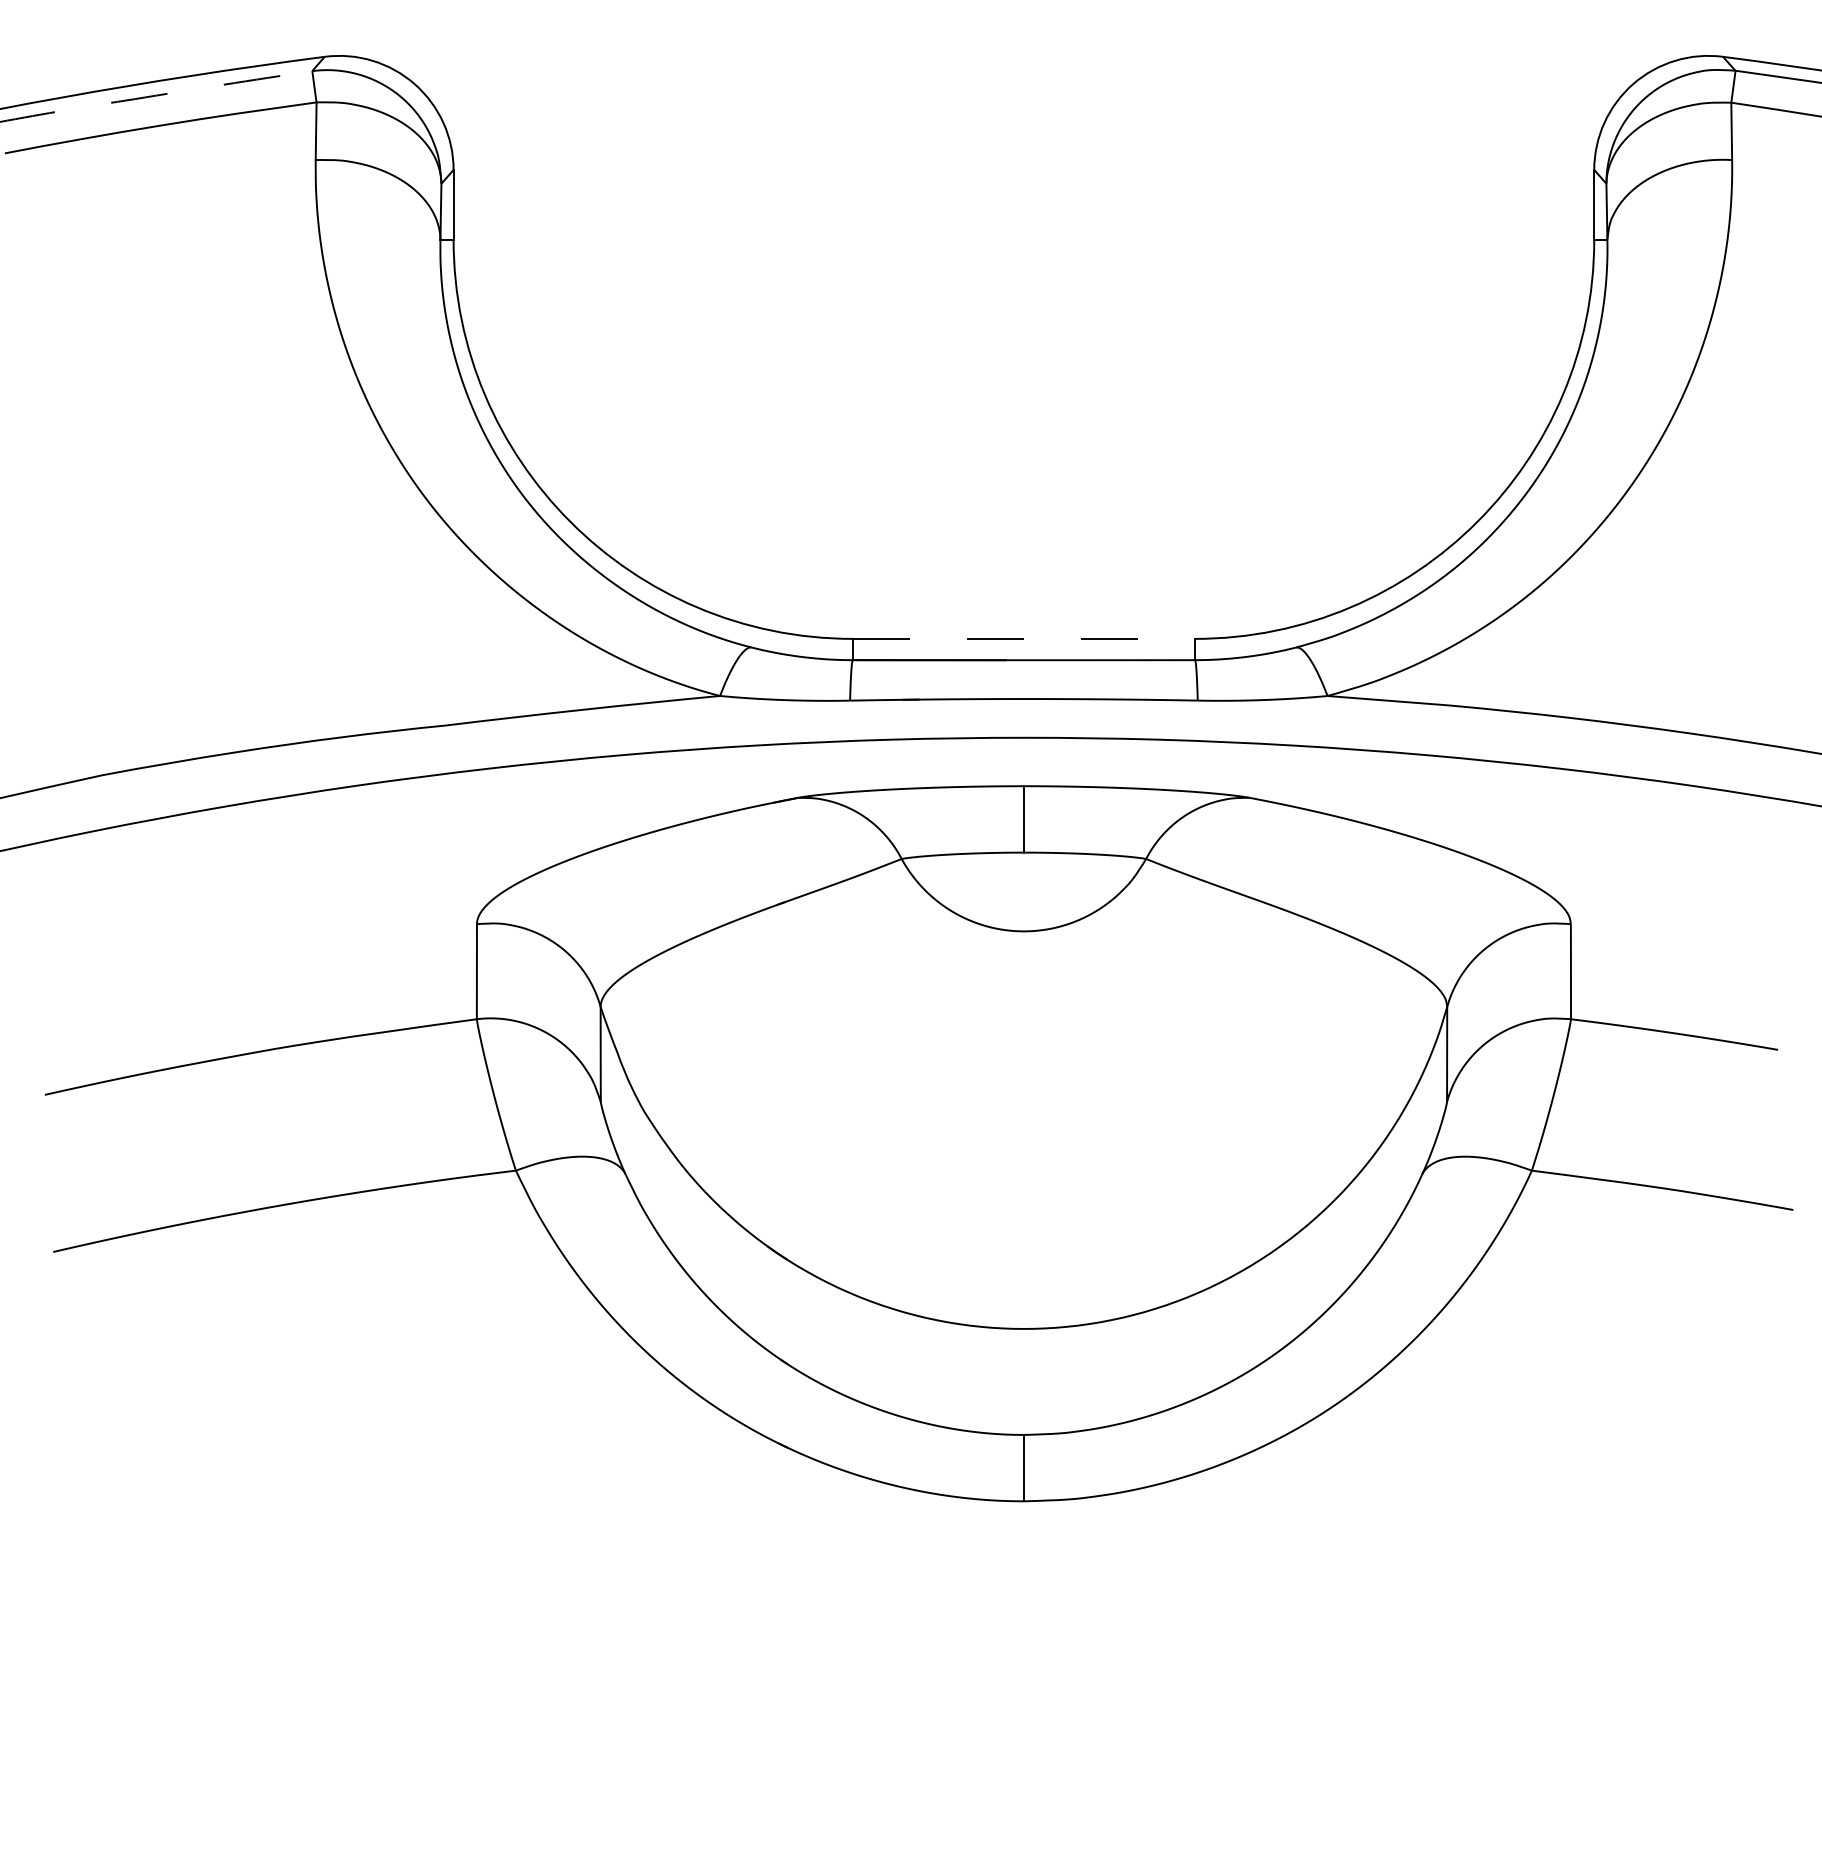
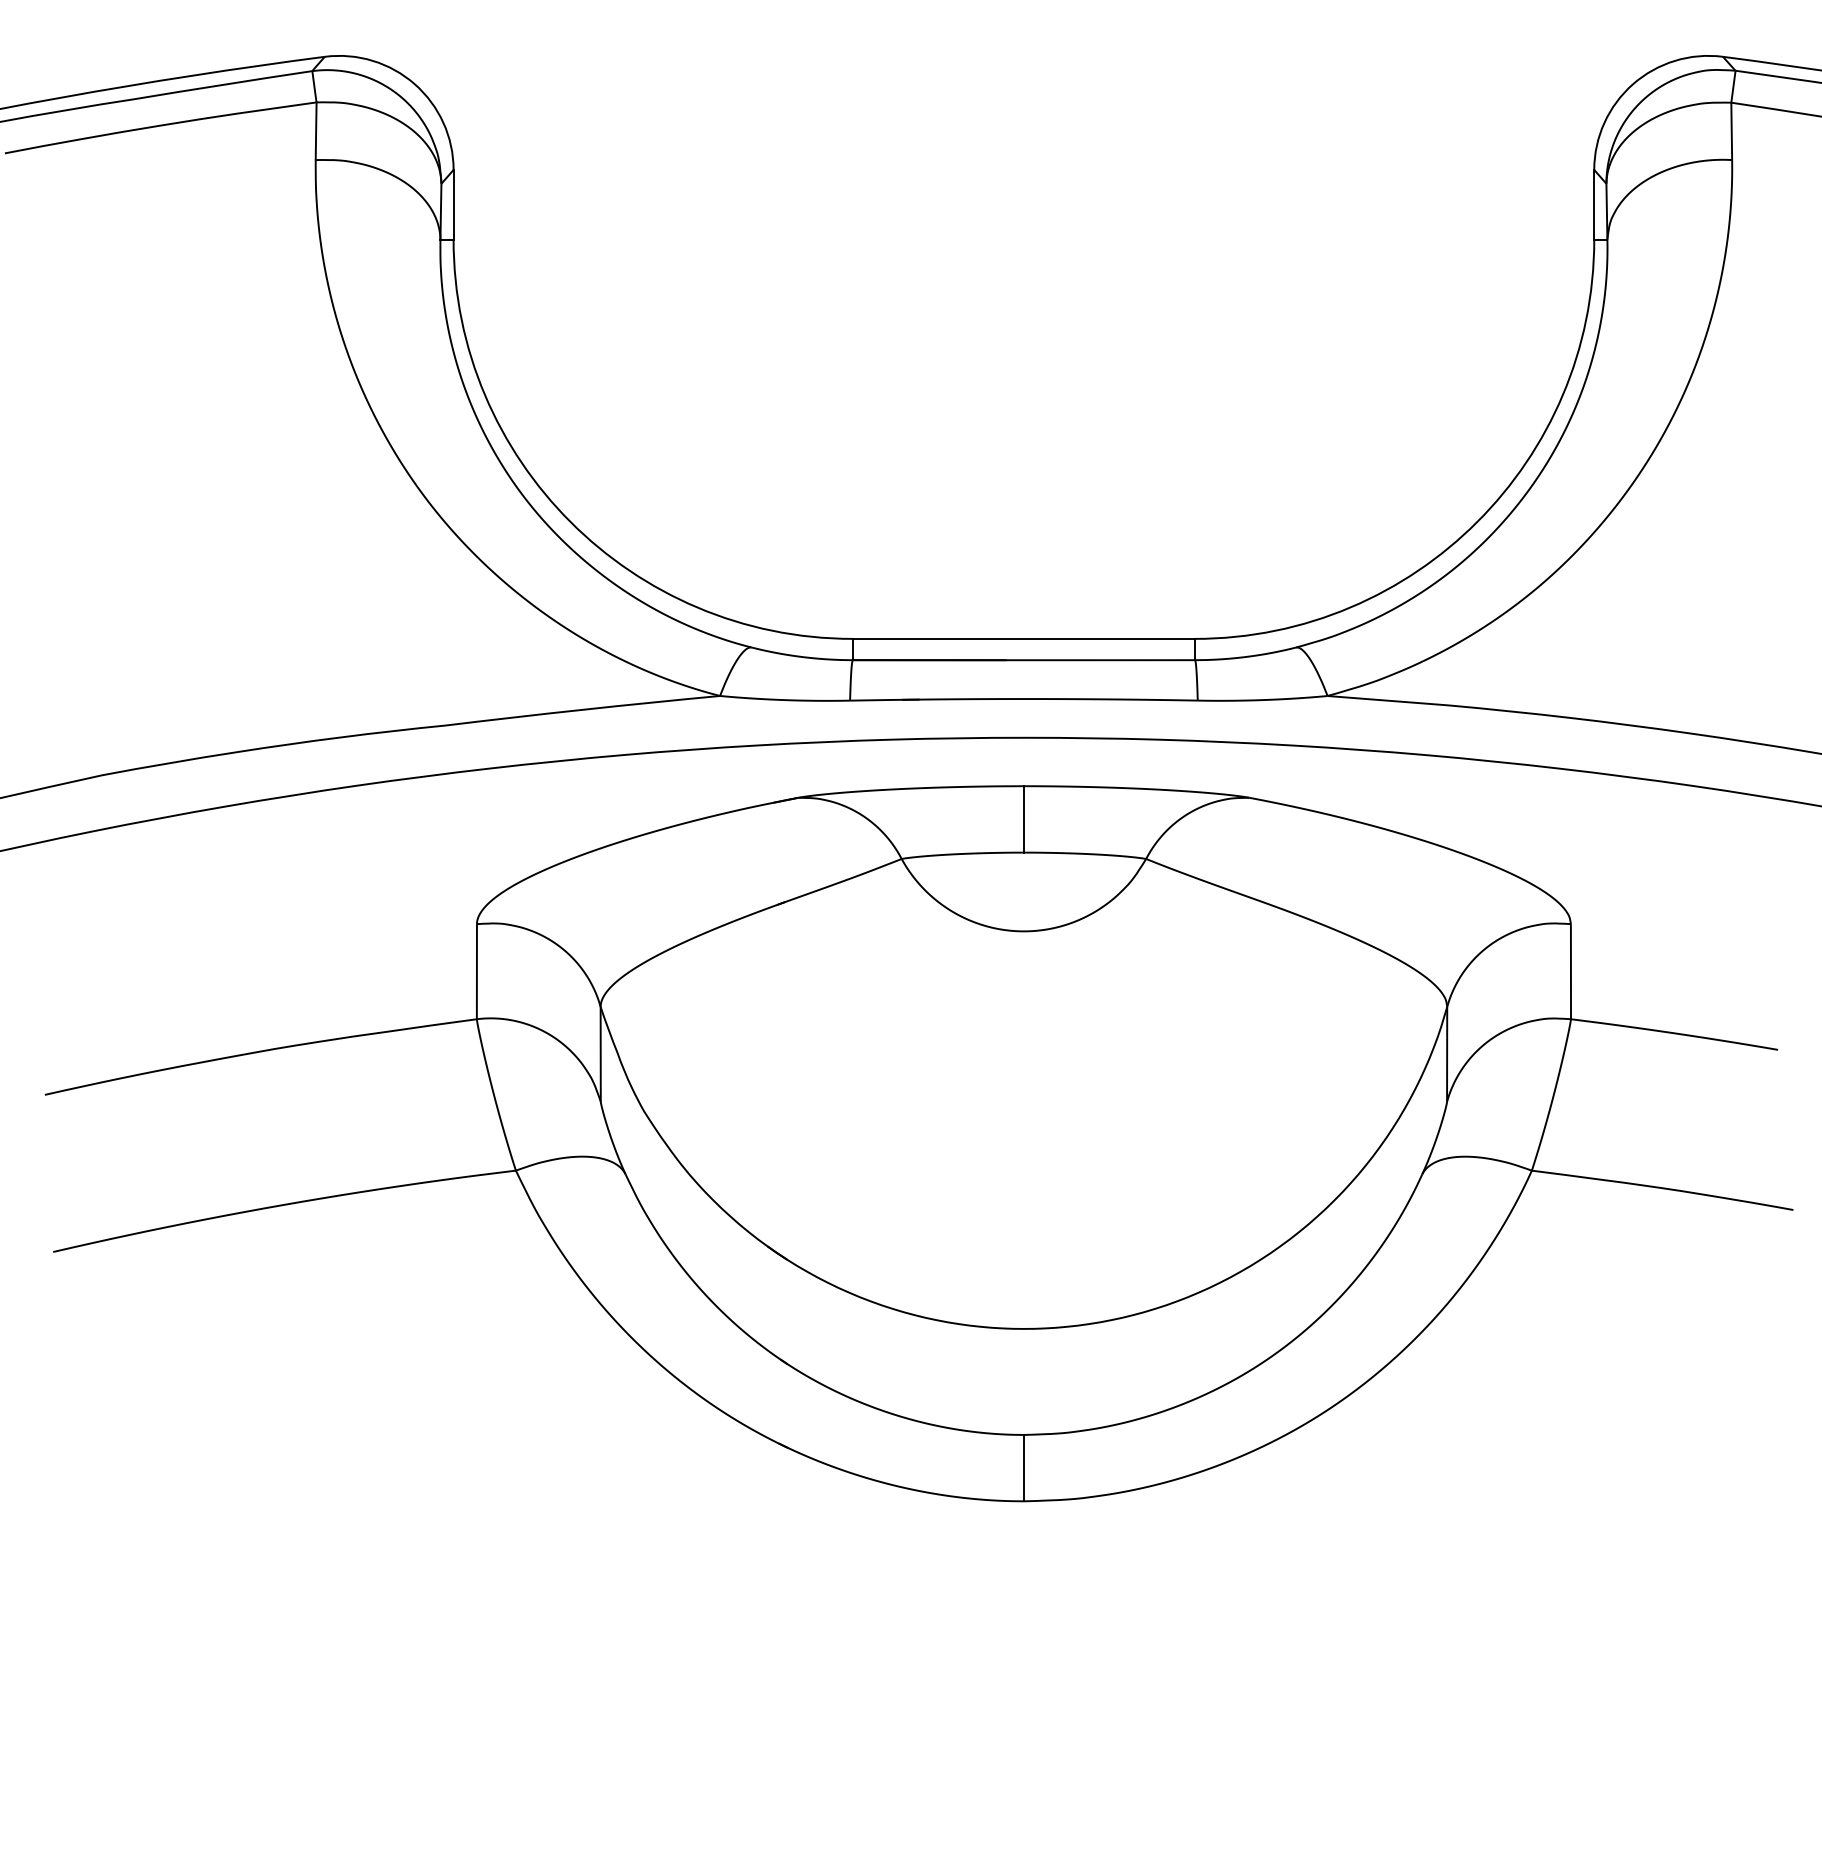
line at (156, 95): dashed -> solid
line at (1024, 638): dashed -> solid
